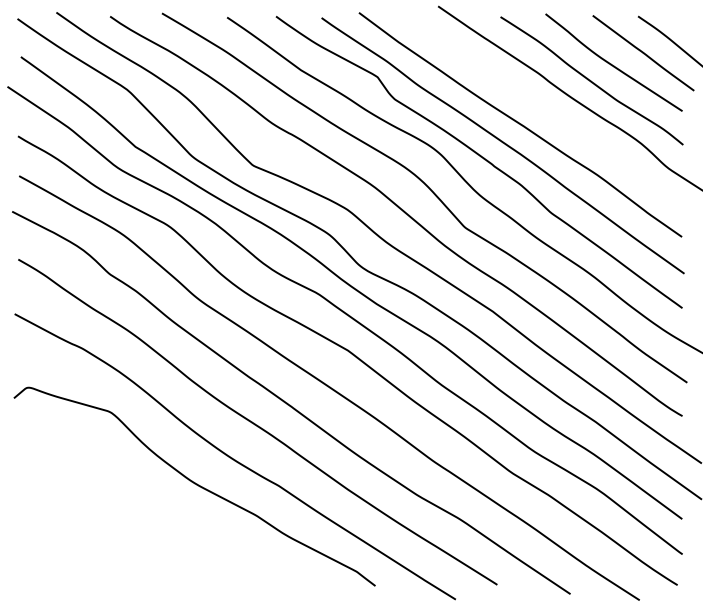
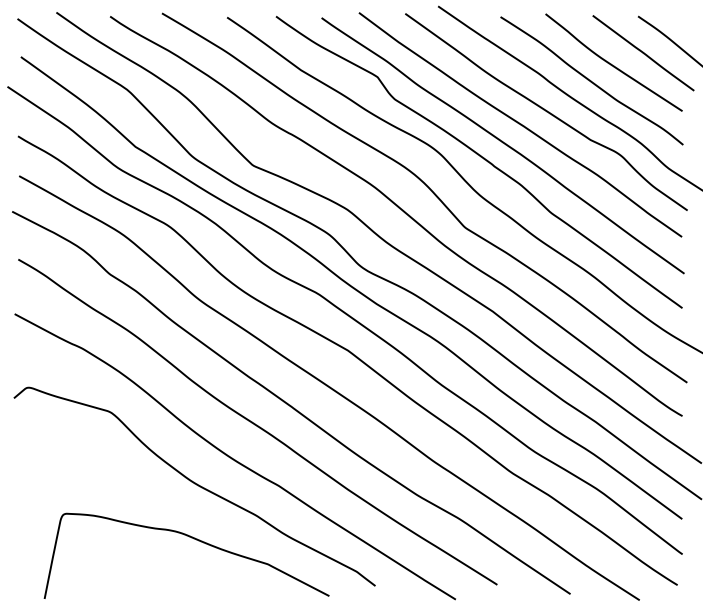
curve at (546, 111): none -> present
curve at (191, 538): none -> present
